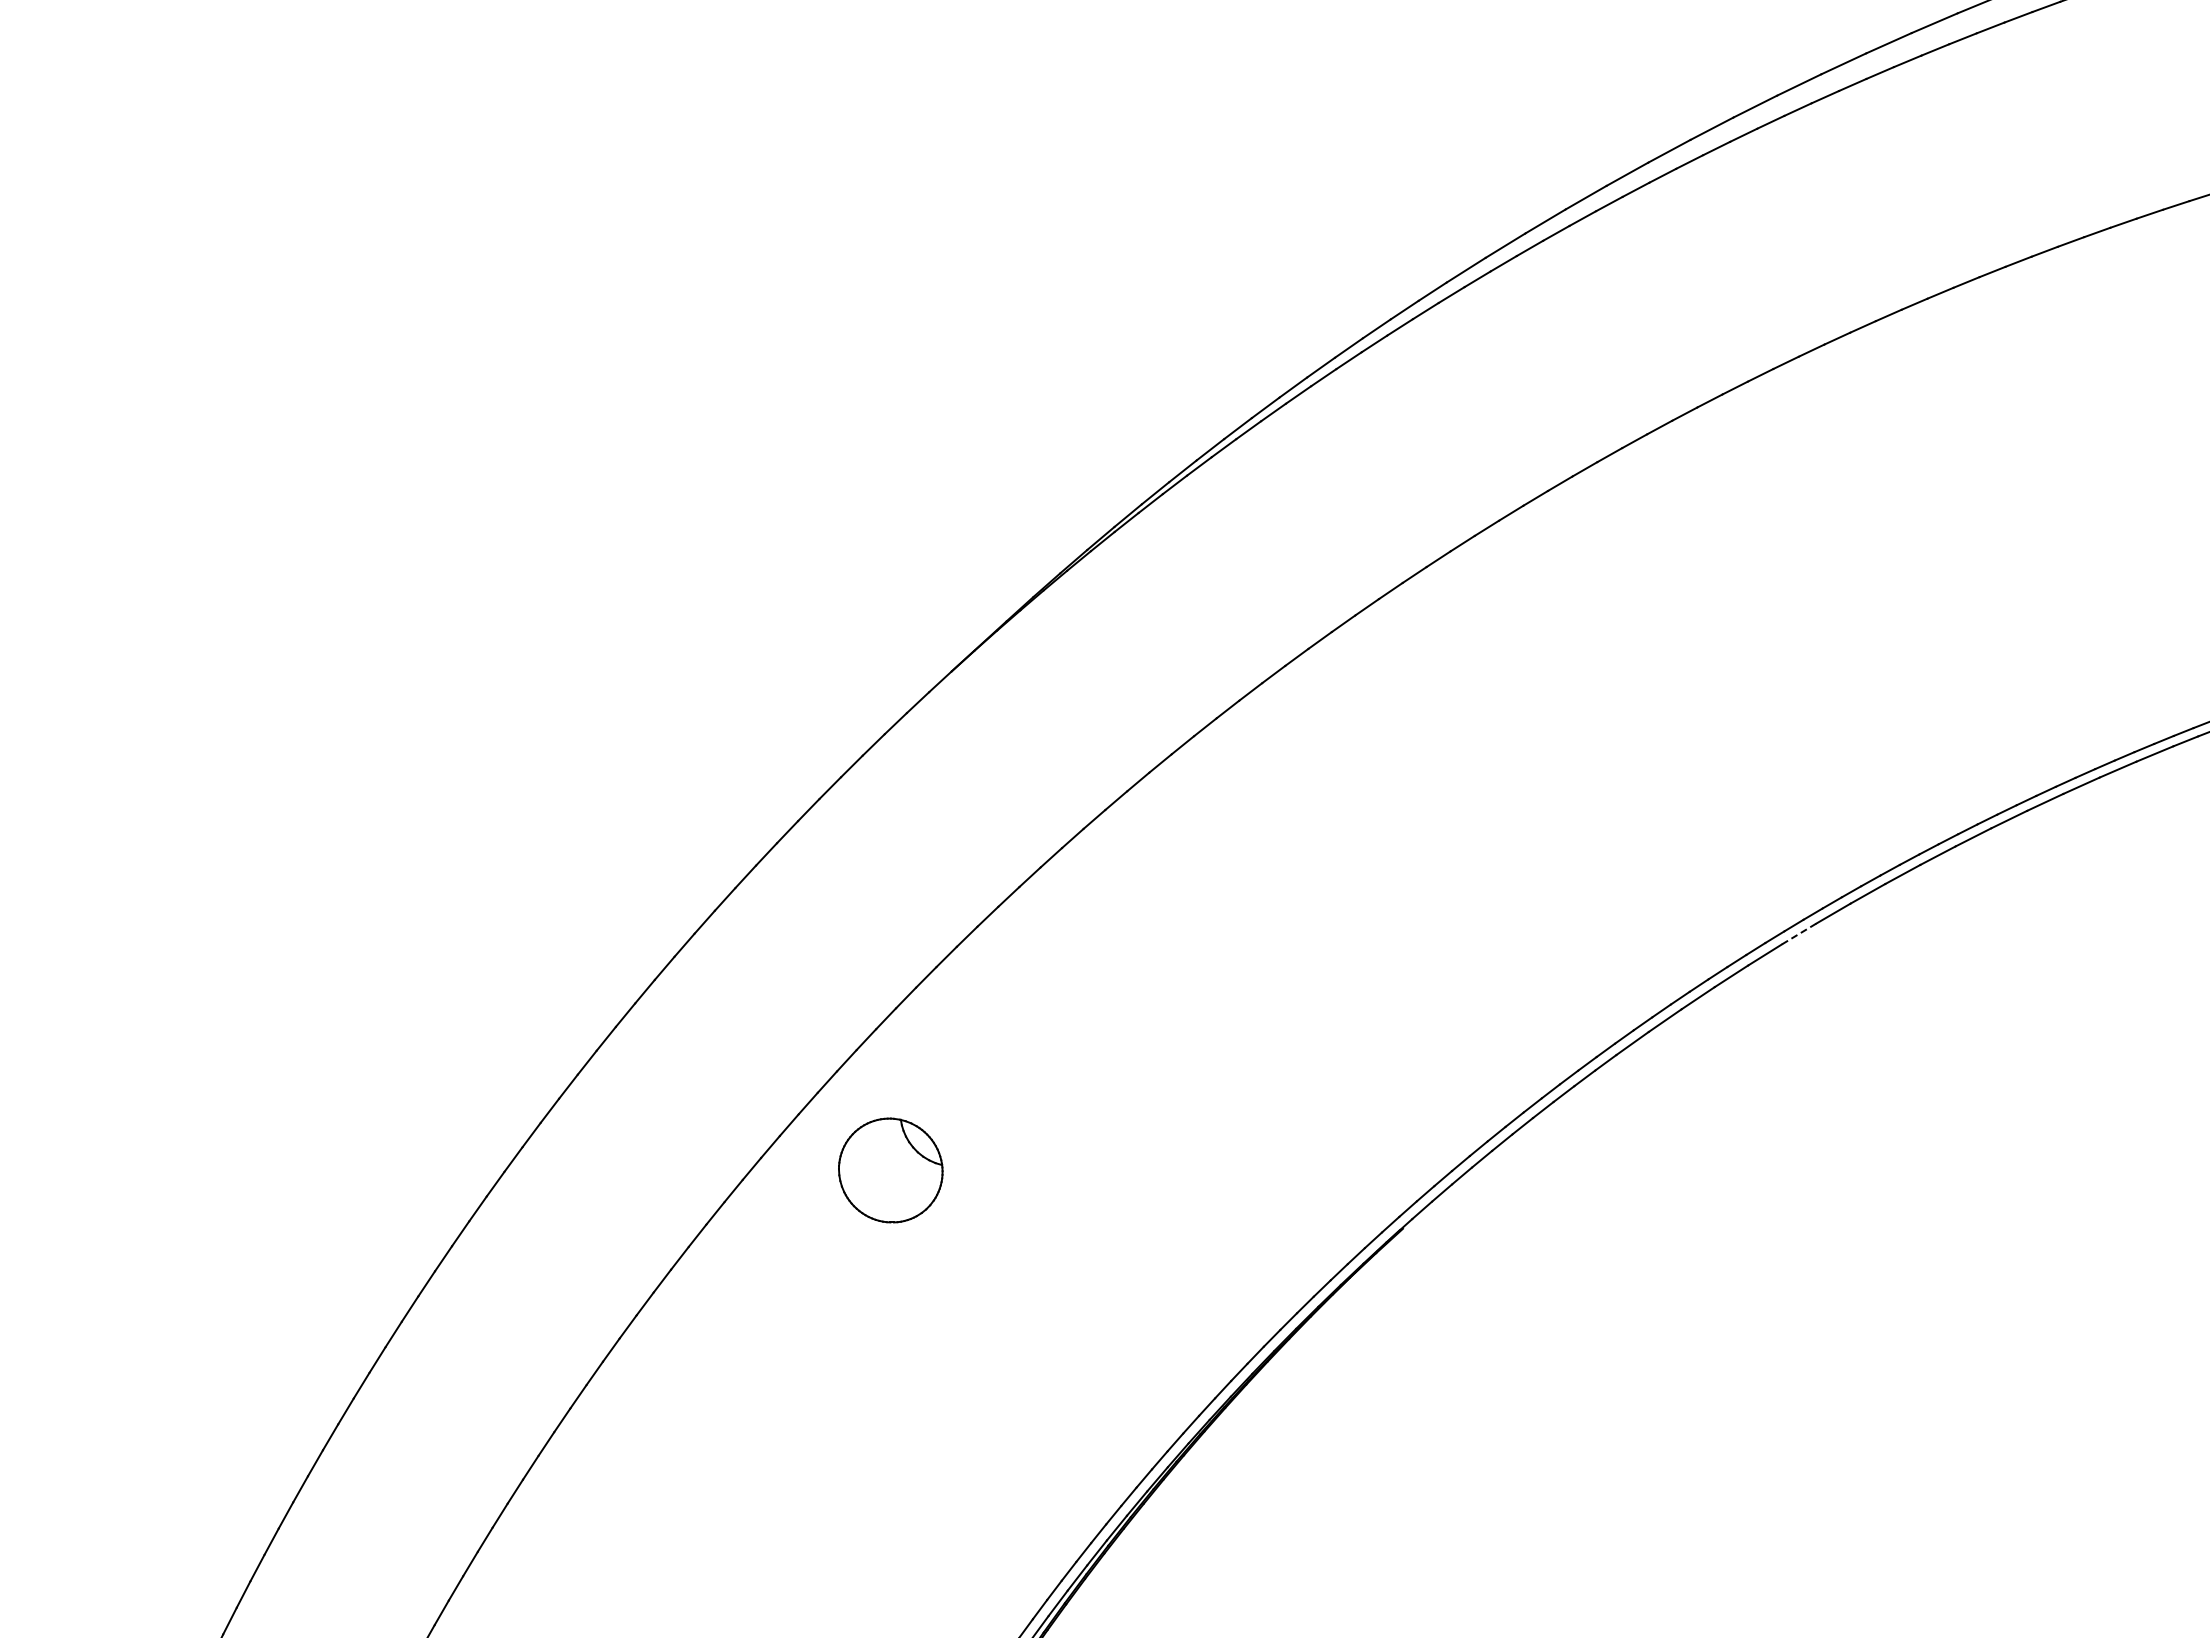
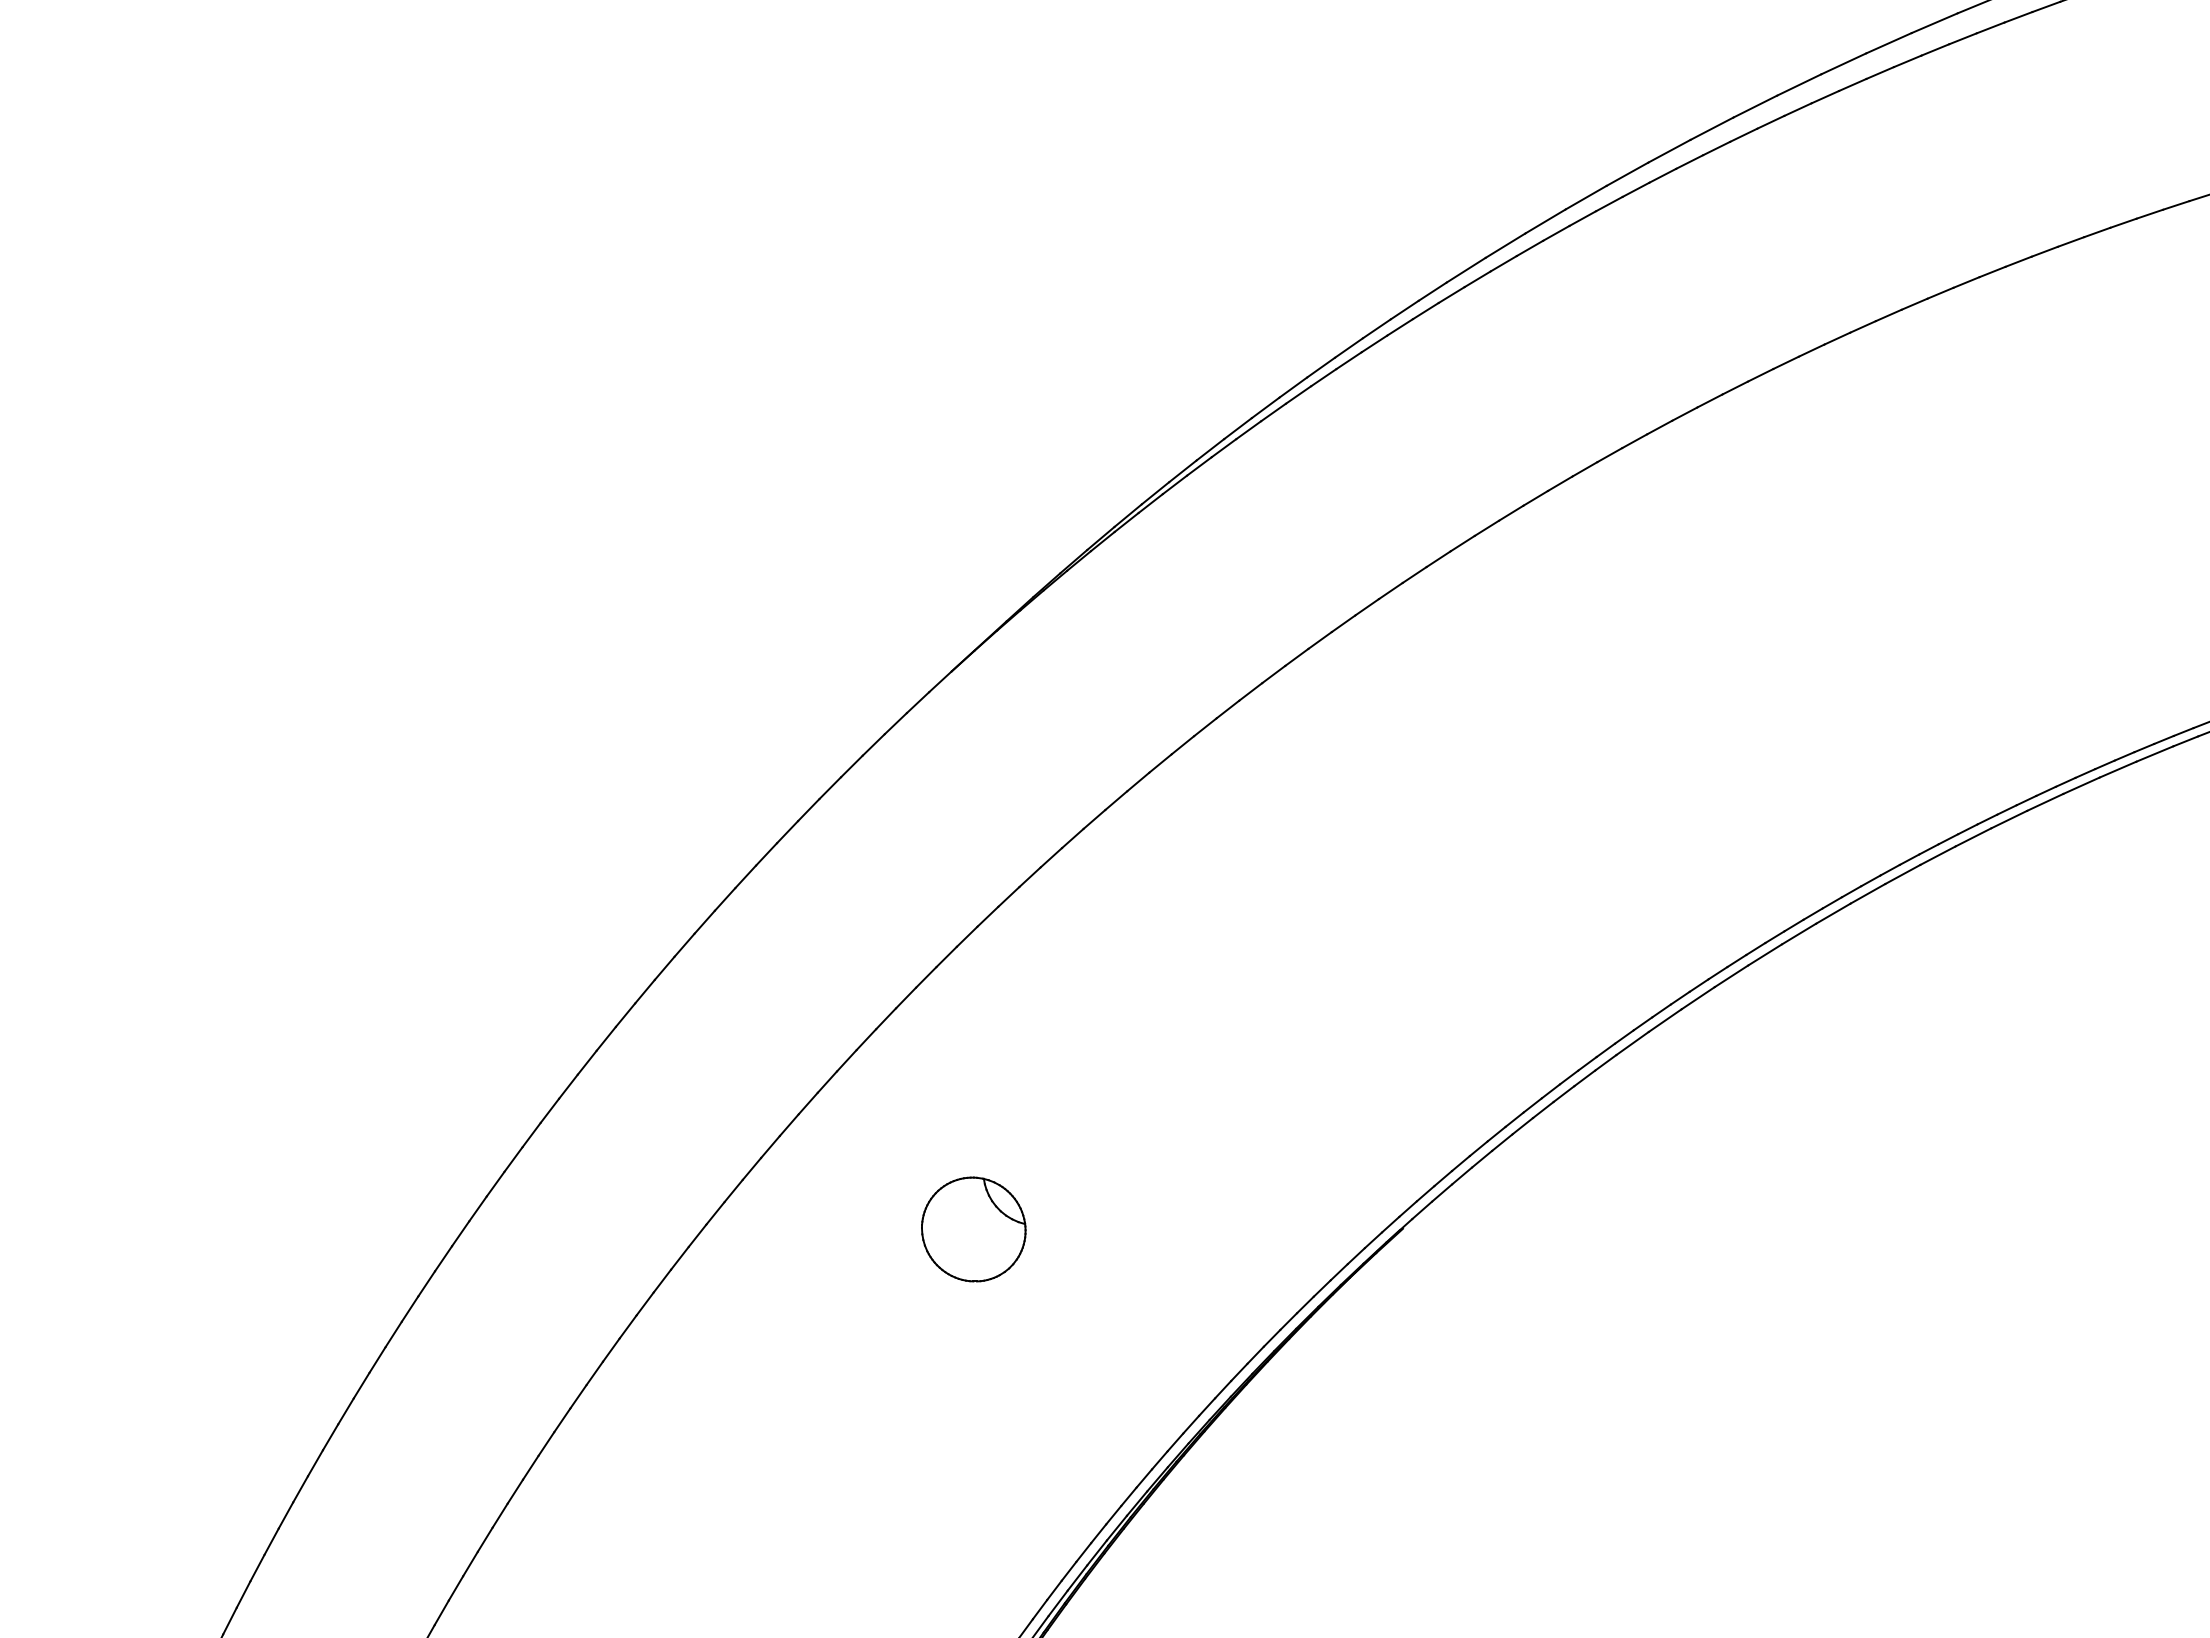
line at (1799, 934): dashed -> solid
part at (890, 1170) position: (890, 1170) -> (973, 1229)
